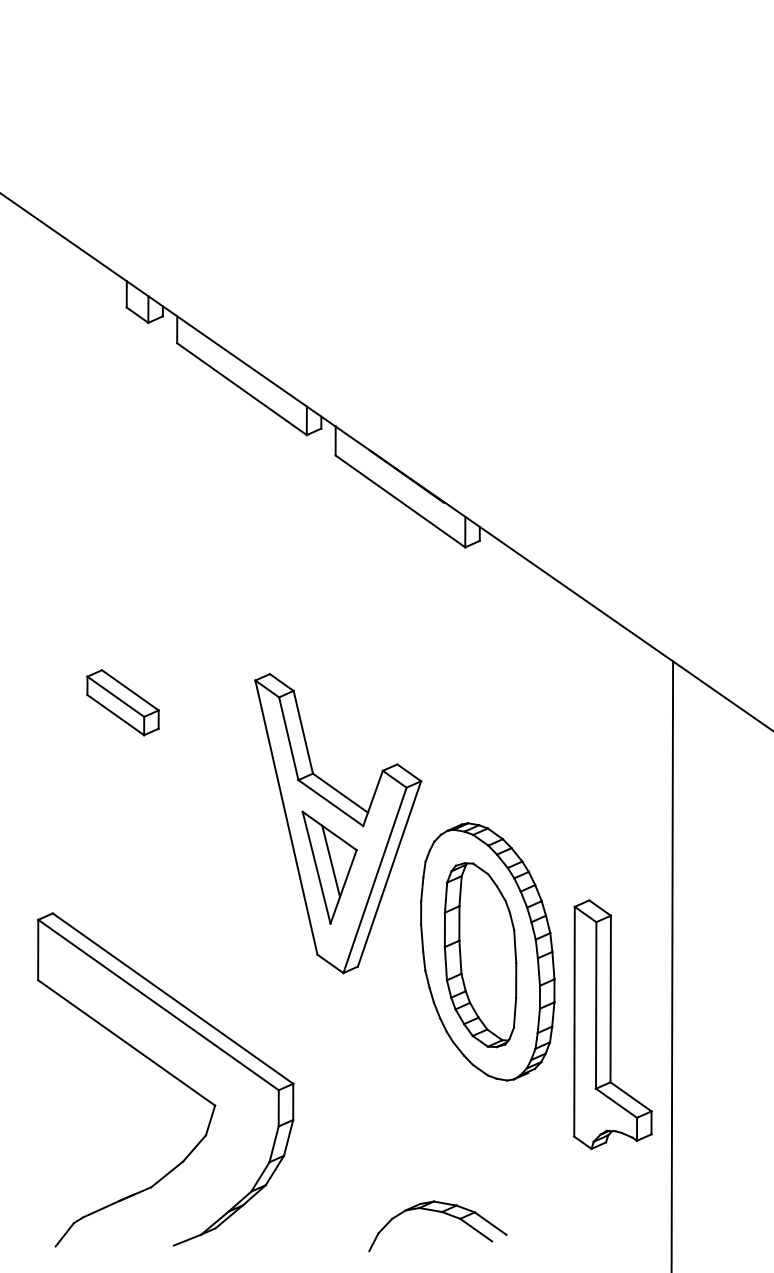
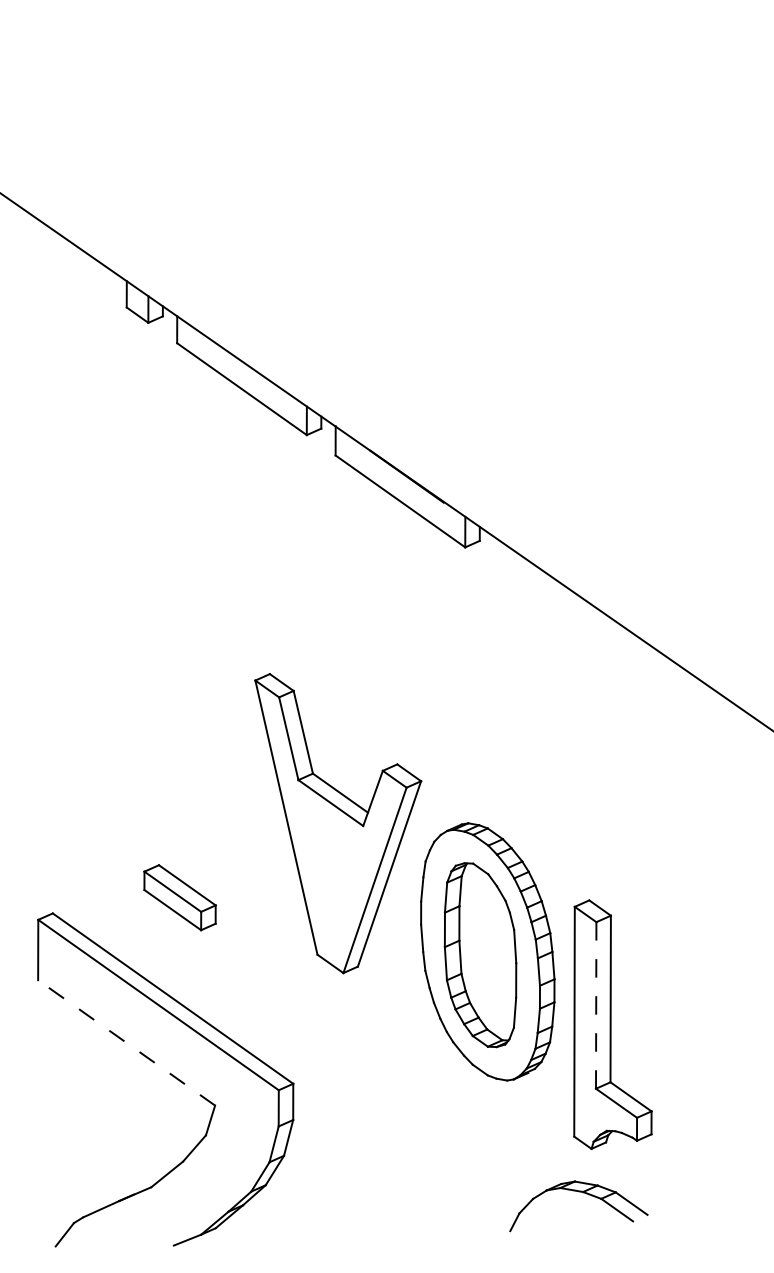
part at (122, 702) position: (122, 702) -> (179, 897)
part at (329, 867): present -> none
line at (672, 965): present -> none
line at (596, 1004): solid -> dashed
line at (126, 1042): solid -> dashed
part at (442, 1213) position: (442, 1213) -> (583, 1193)
